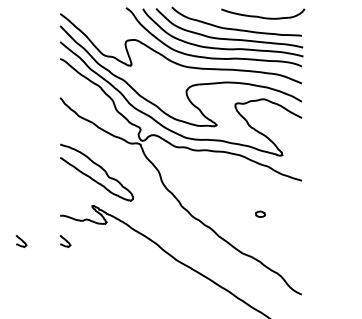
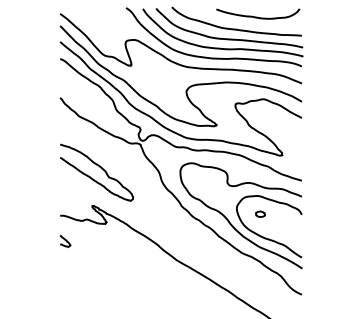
curve at (262, 16) position: (262, 16) -> (257, 16)
part at (240, 215): none -> present
curve at (21, 241): present -> none
